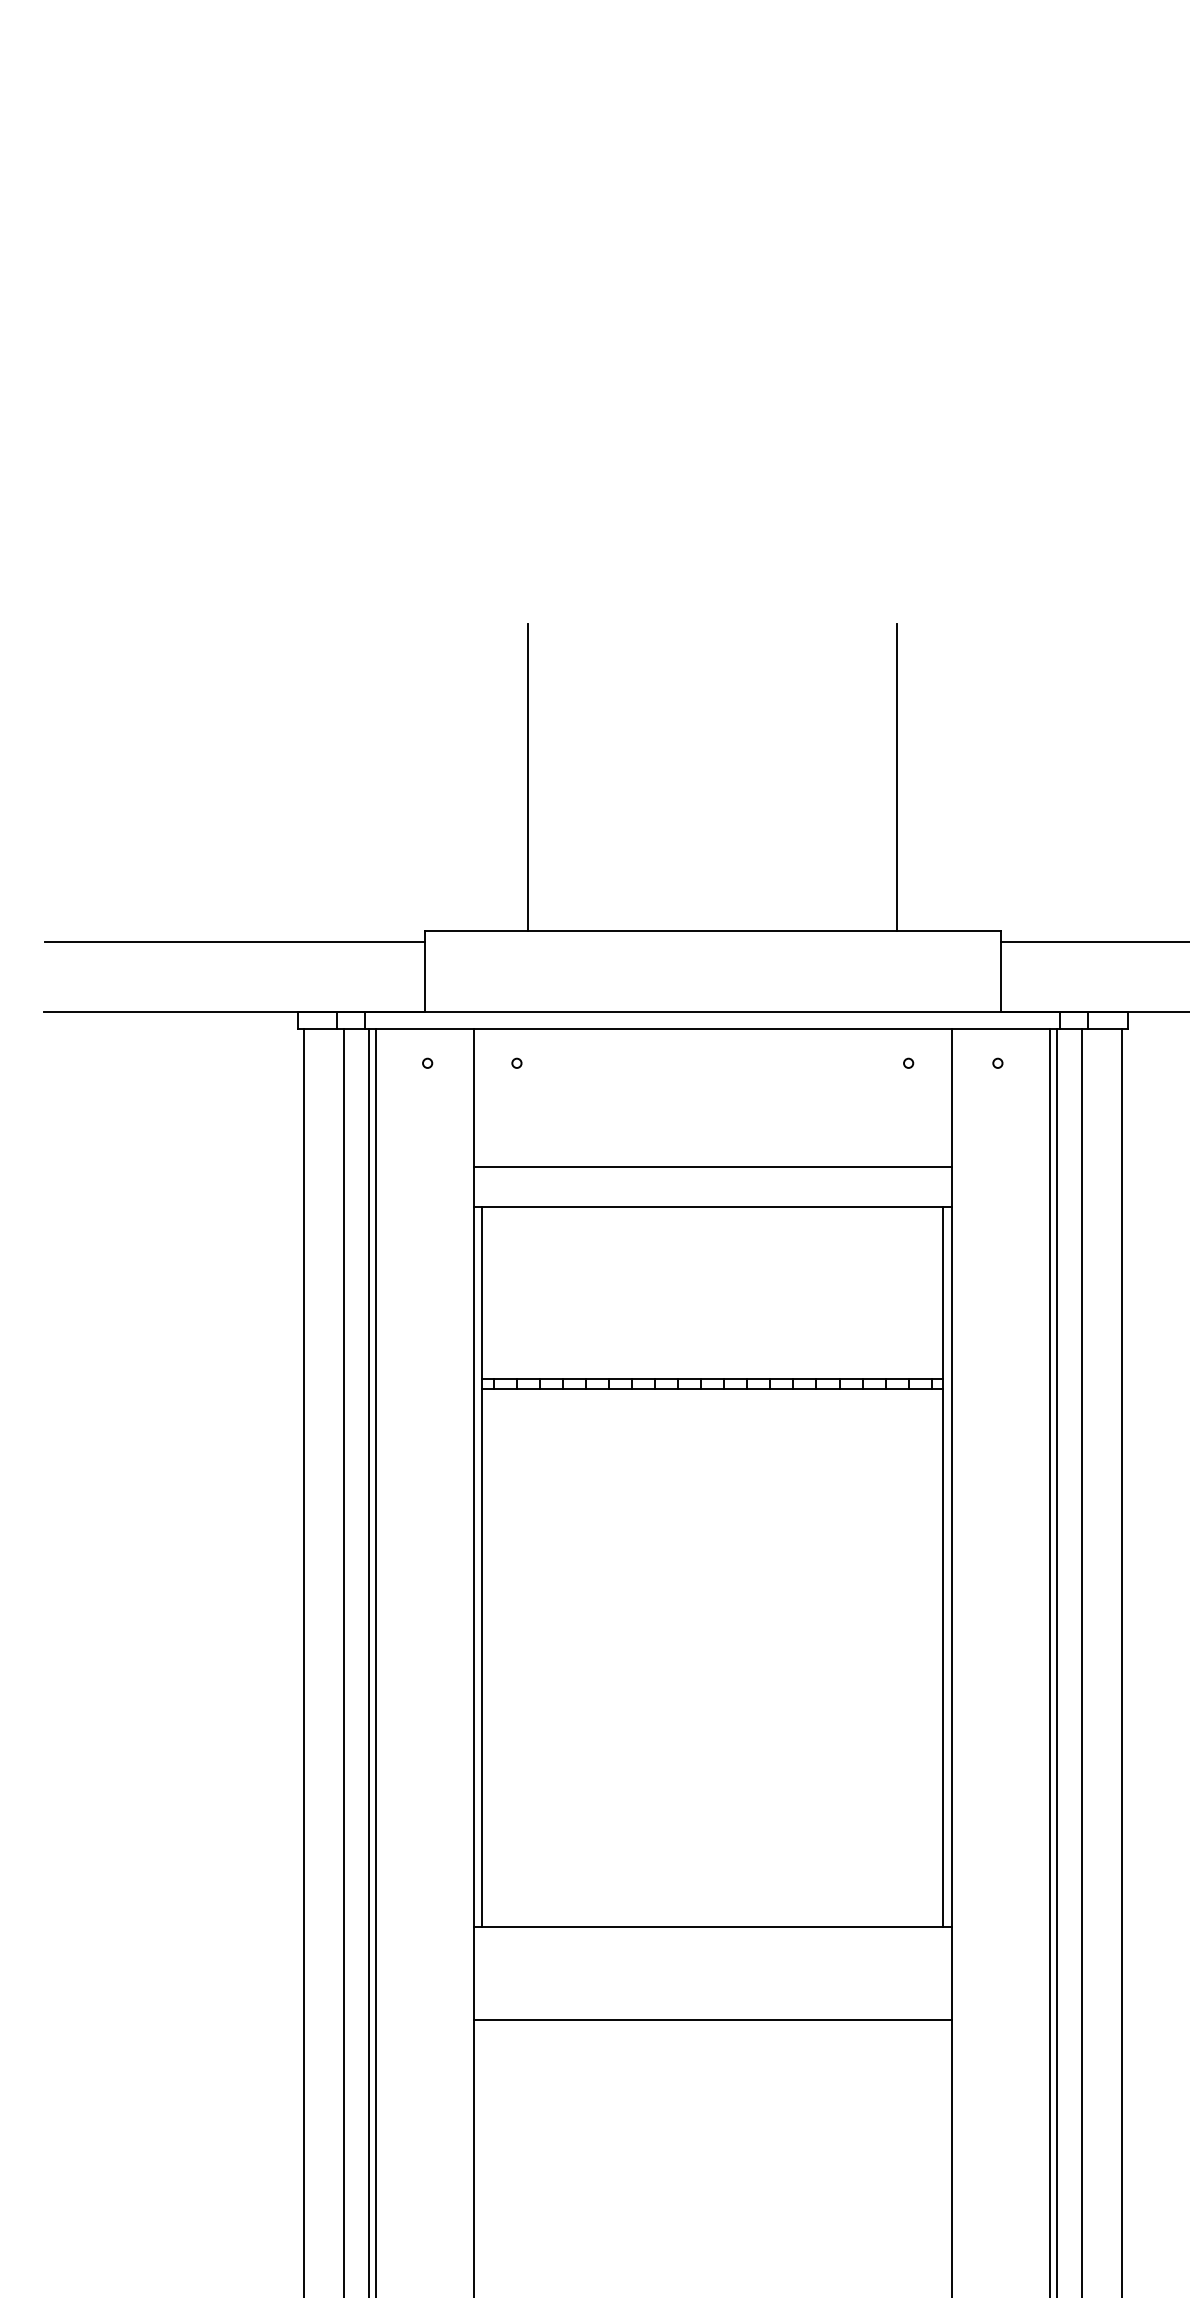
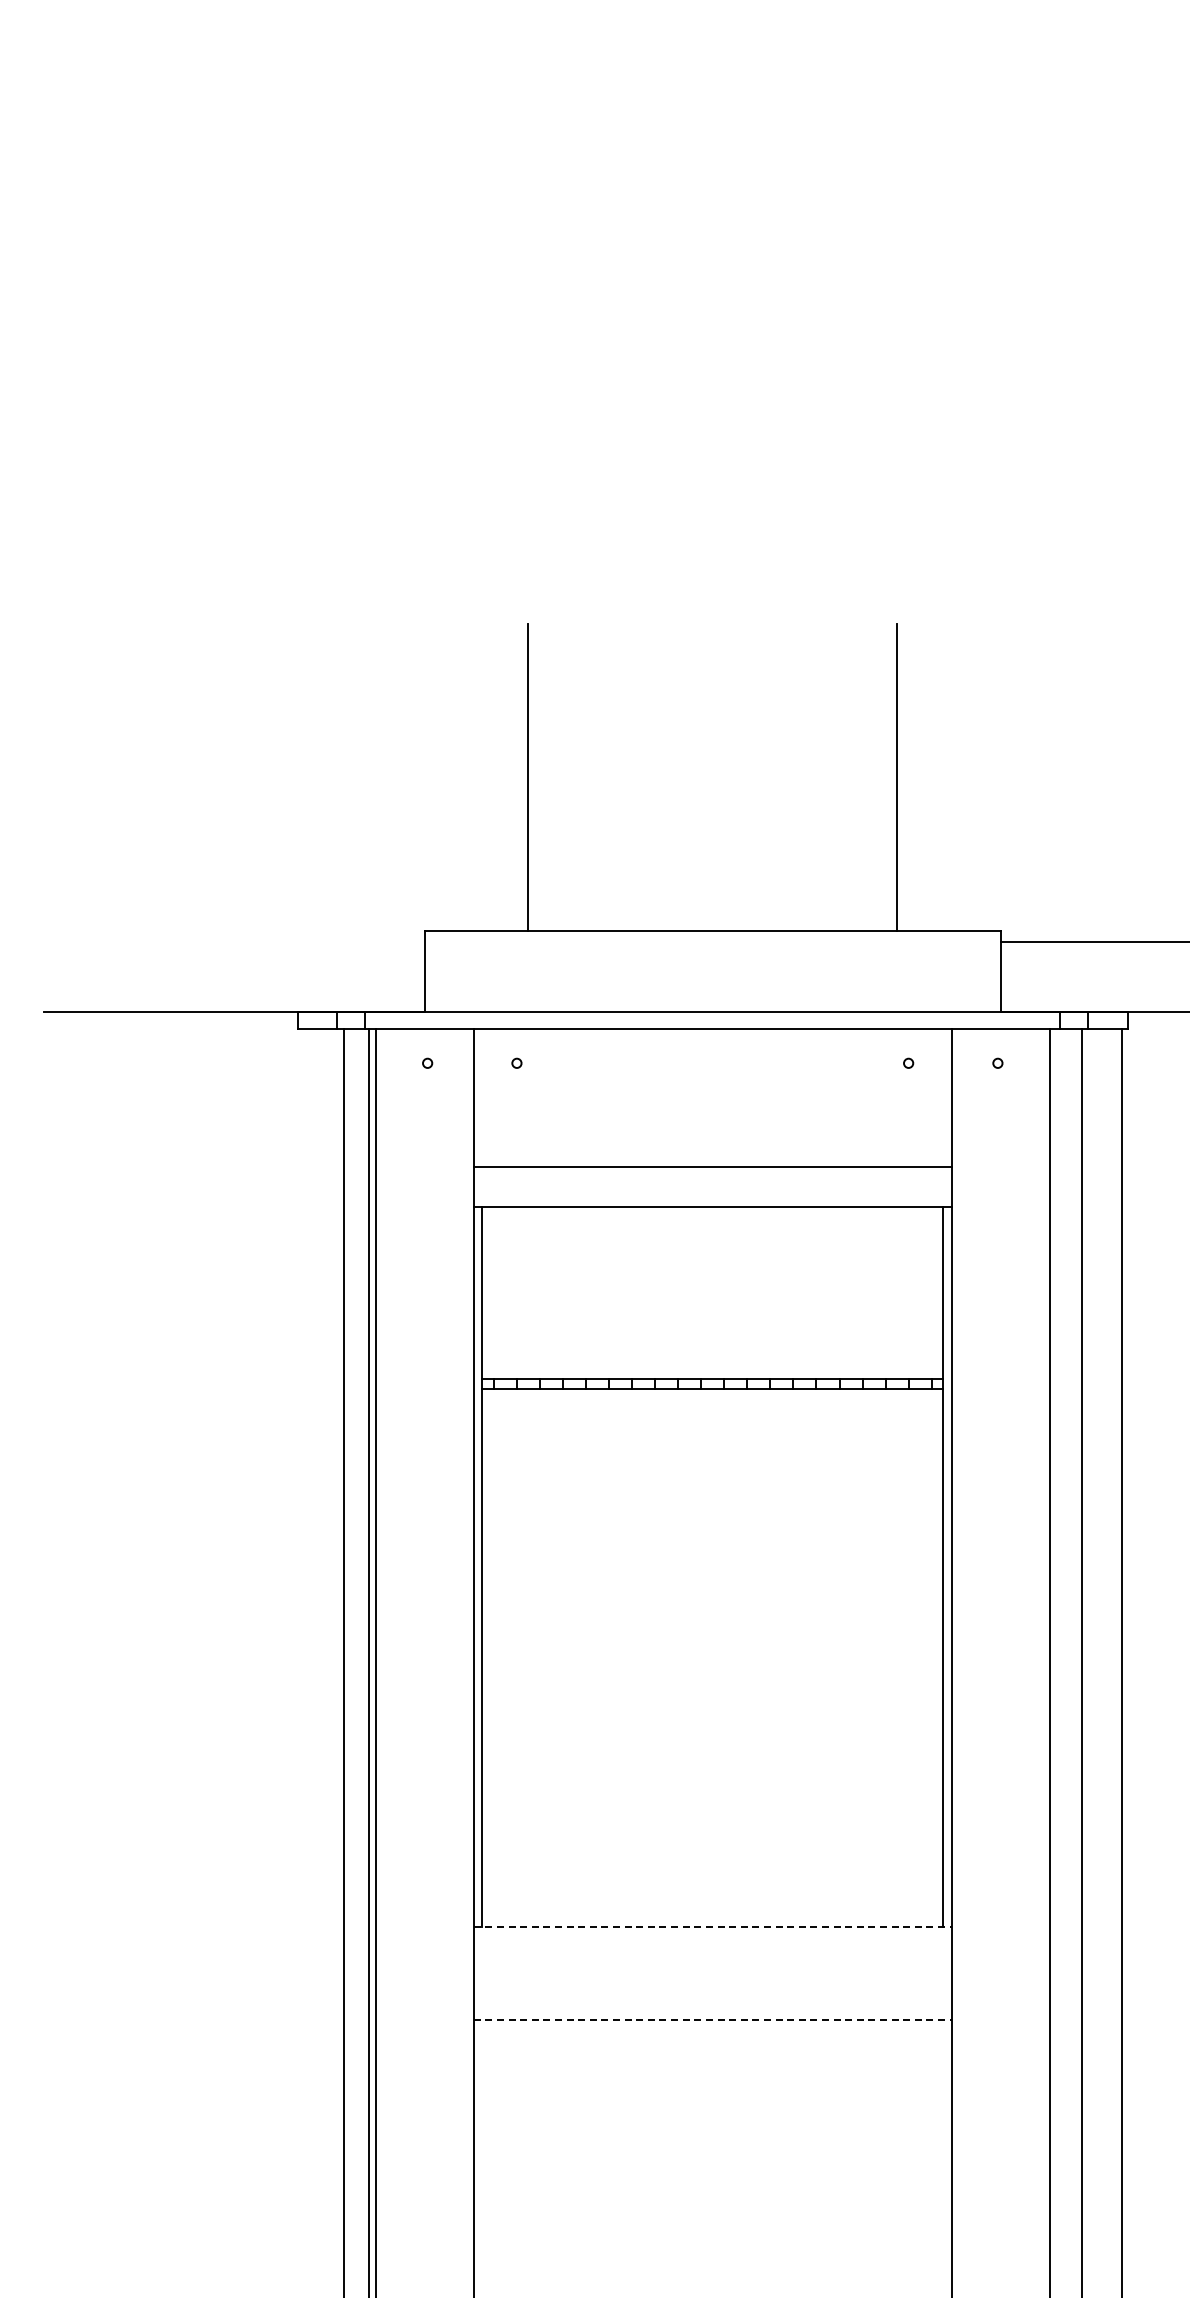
line at (234, 942): present -> none
line at (303, 1661): present -> none
line at (1056, 1661): present -> none
line at (713, 1927): solid -> dashed
line at (713, 2019): solid -> dashed
